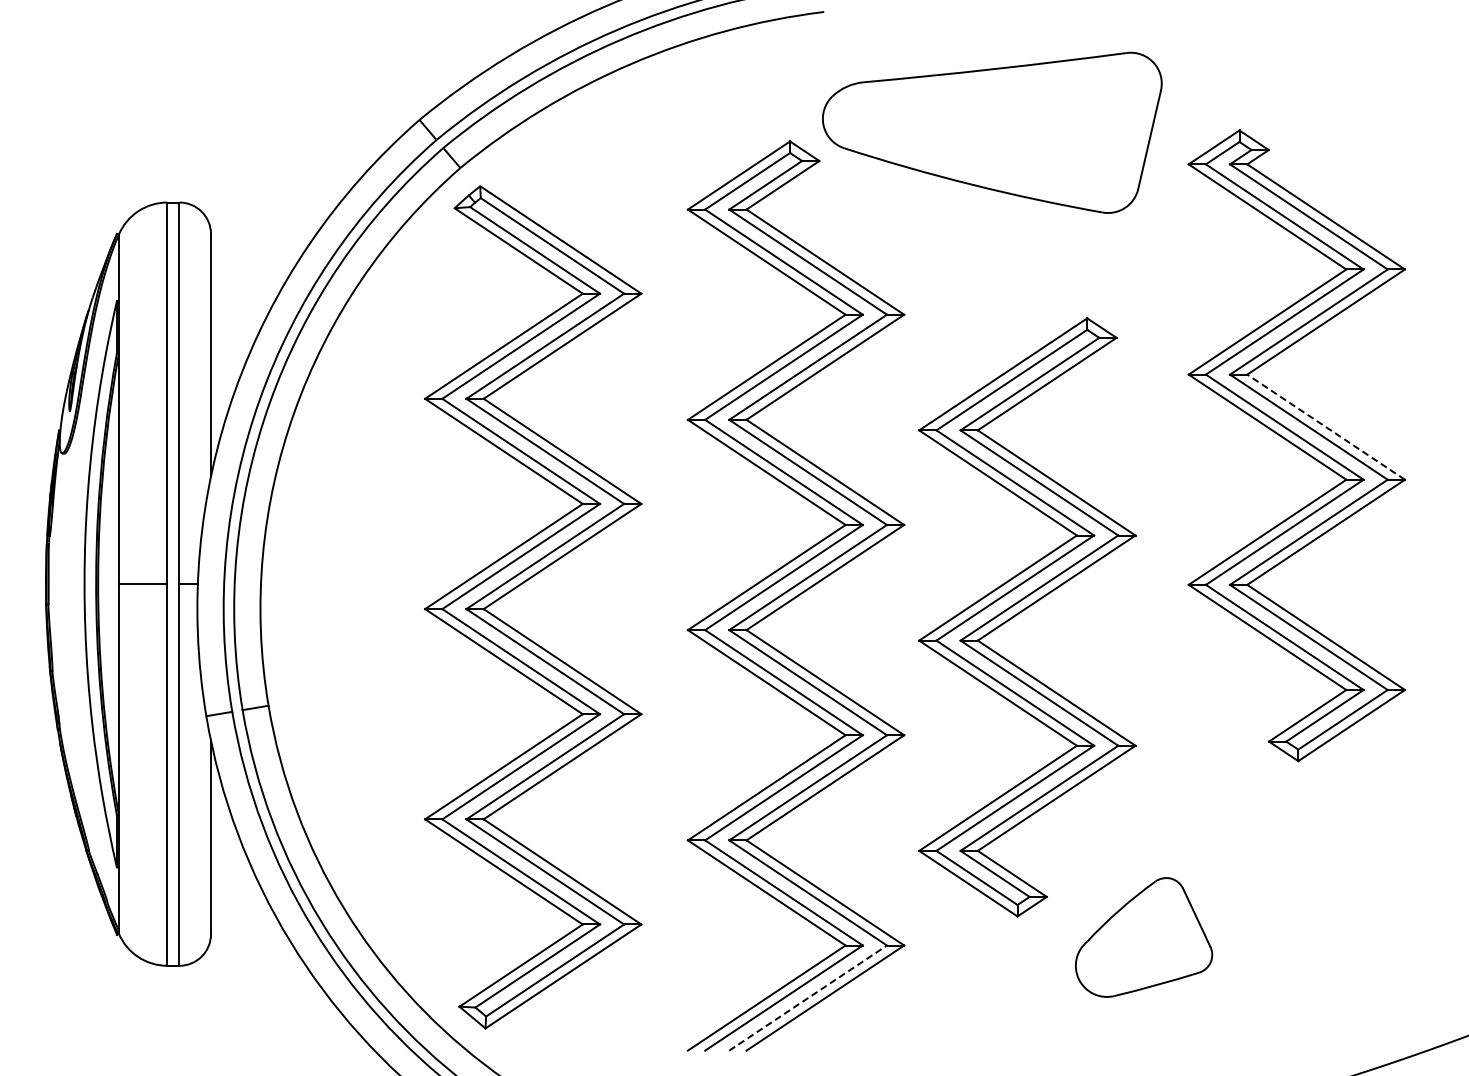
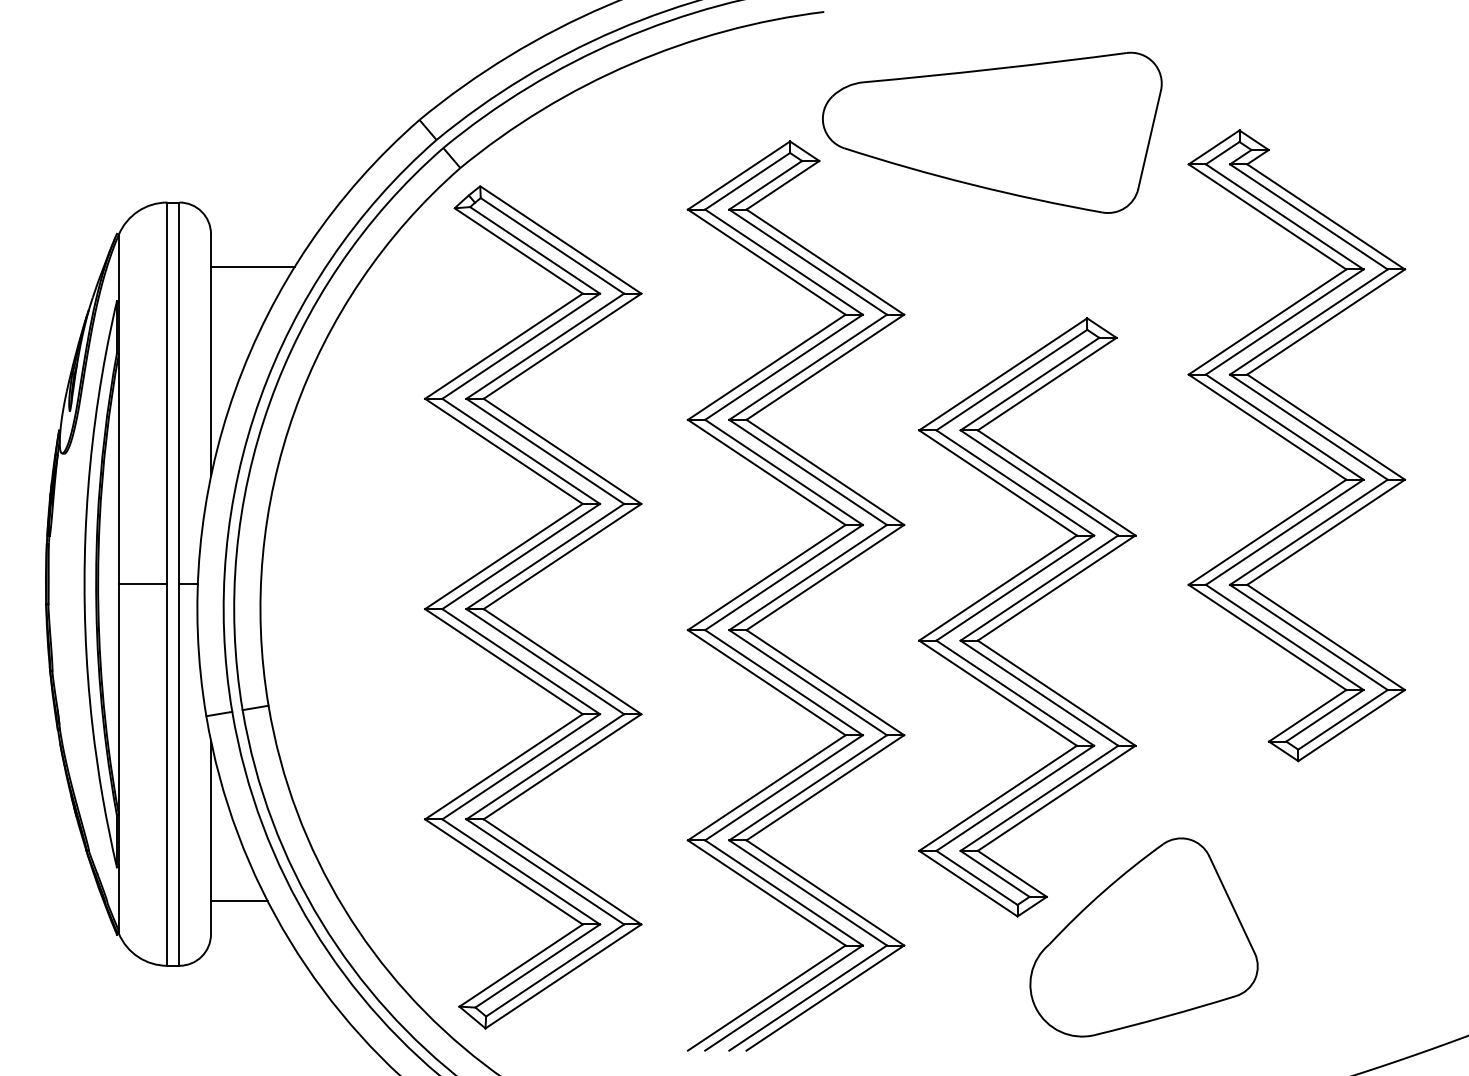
line at (252, 267): none -> present
line at (1326, 427): dashed -> solid
line at (239, 901): none -> present
part at (1144, 937) size: 139x121 px -> 230x201 px
line at (808, 998): dashed -> solid
